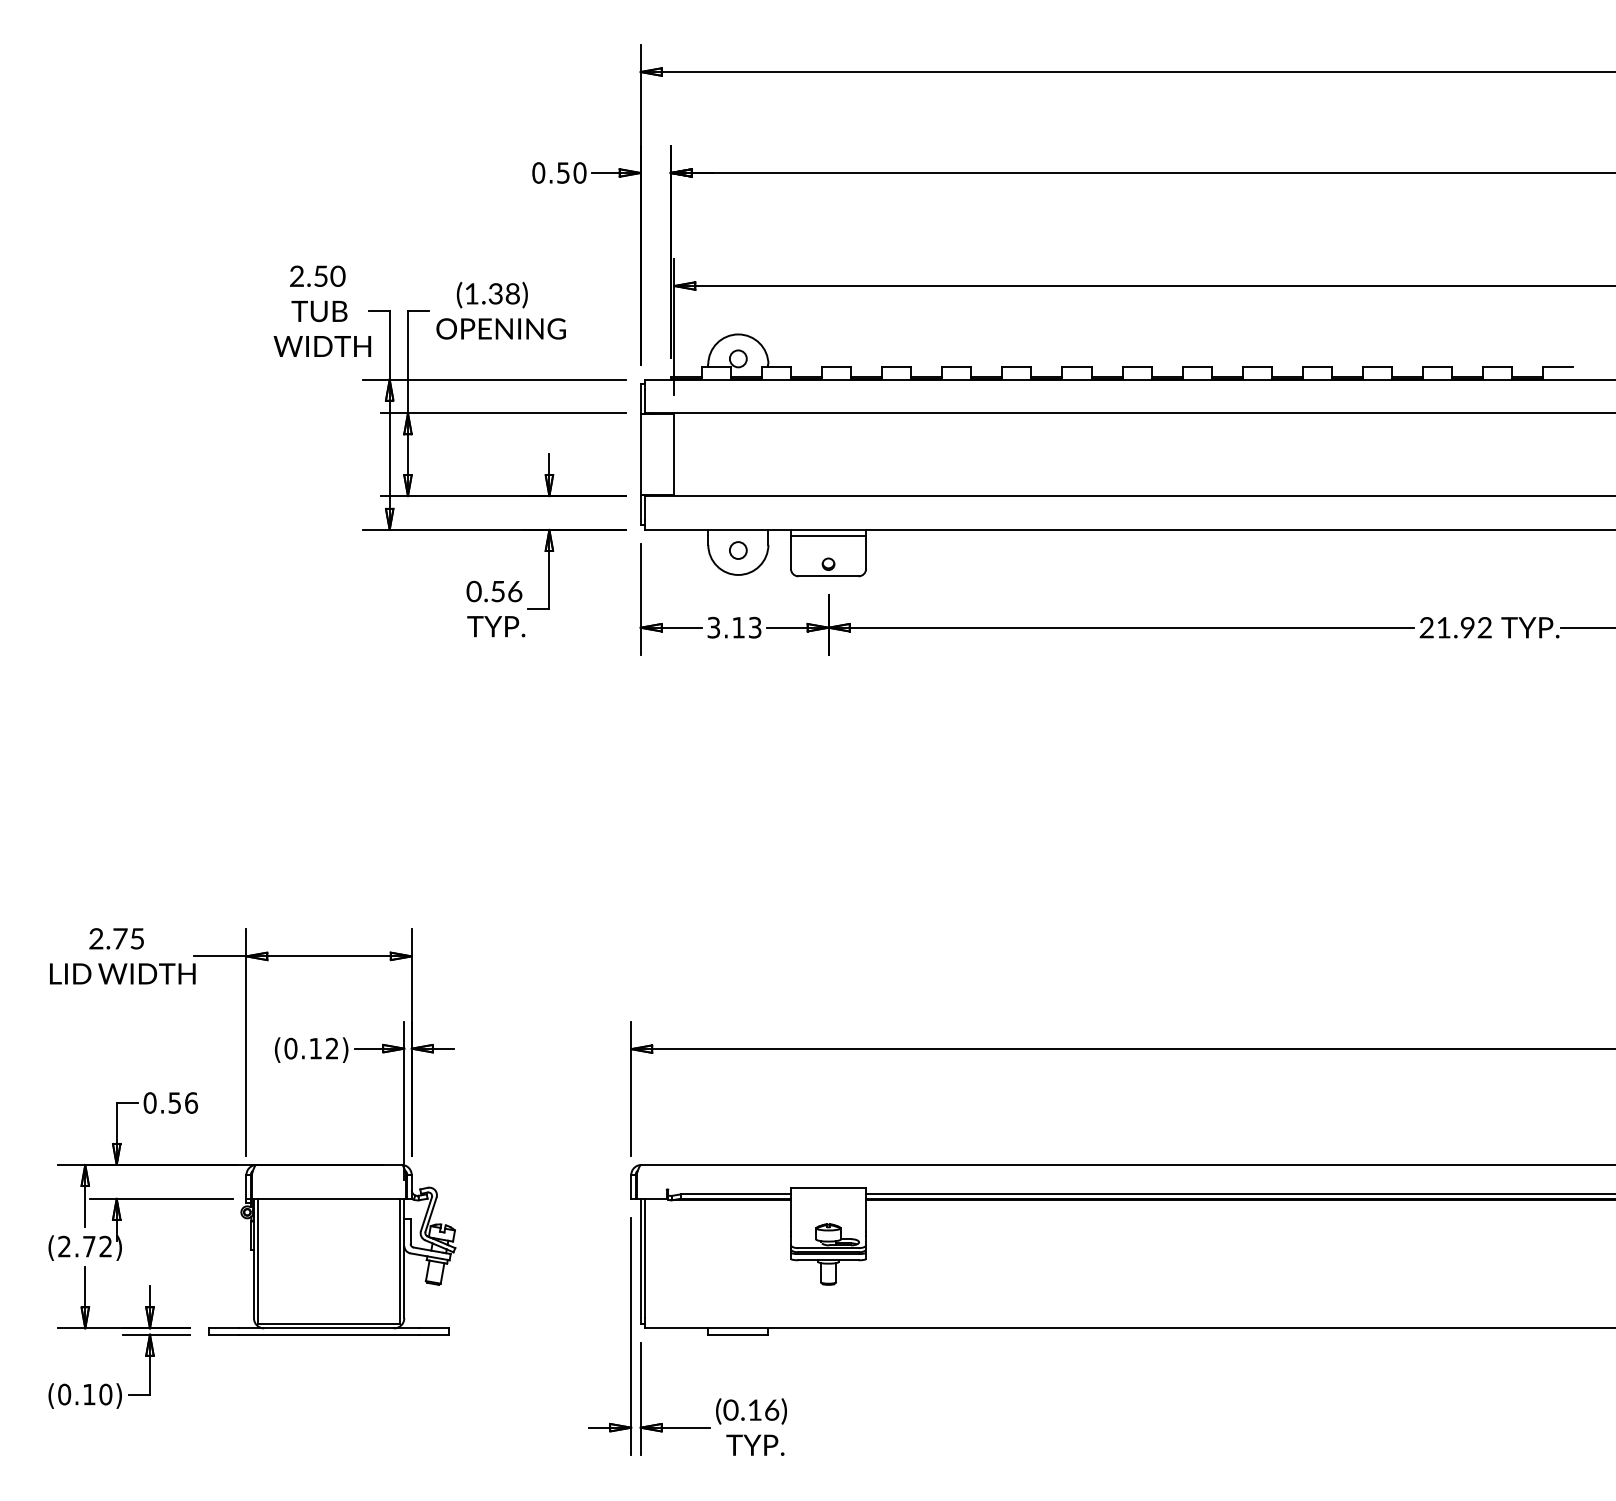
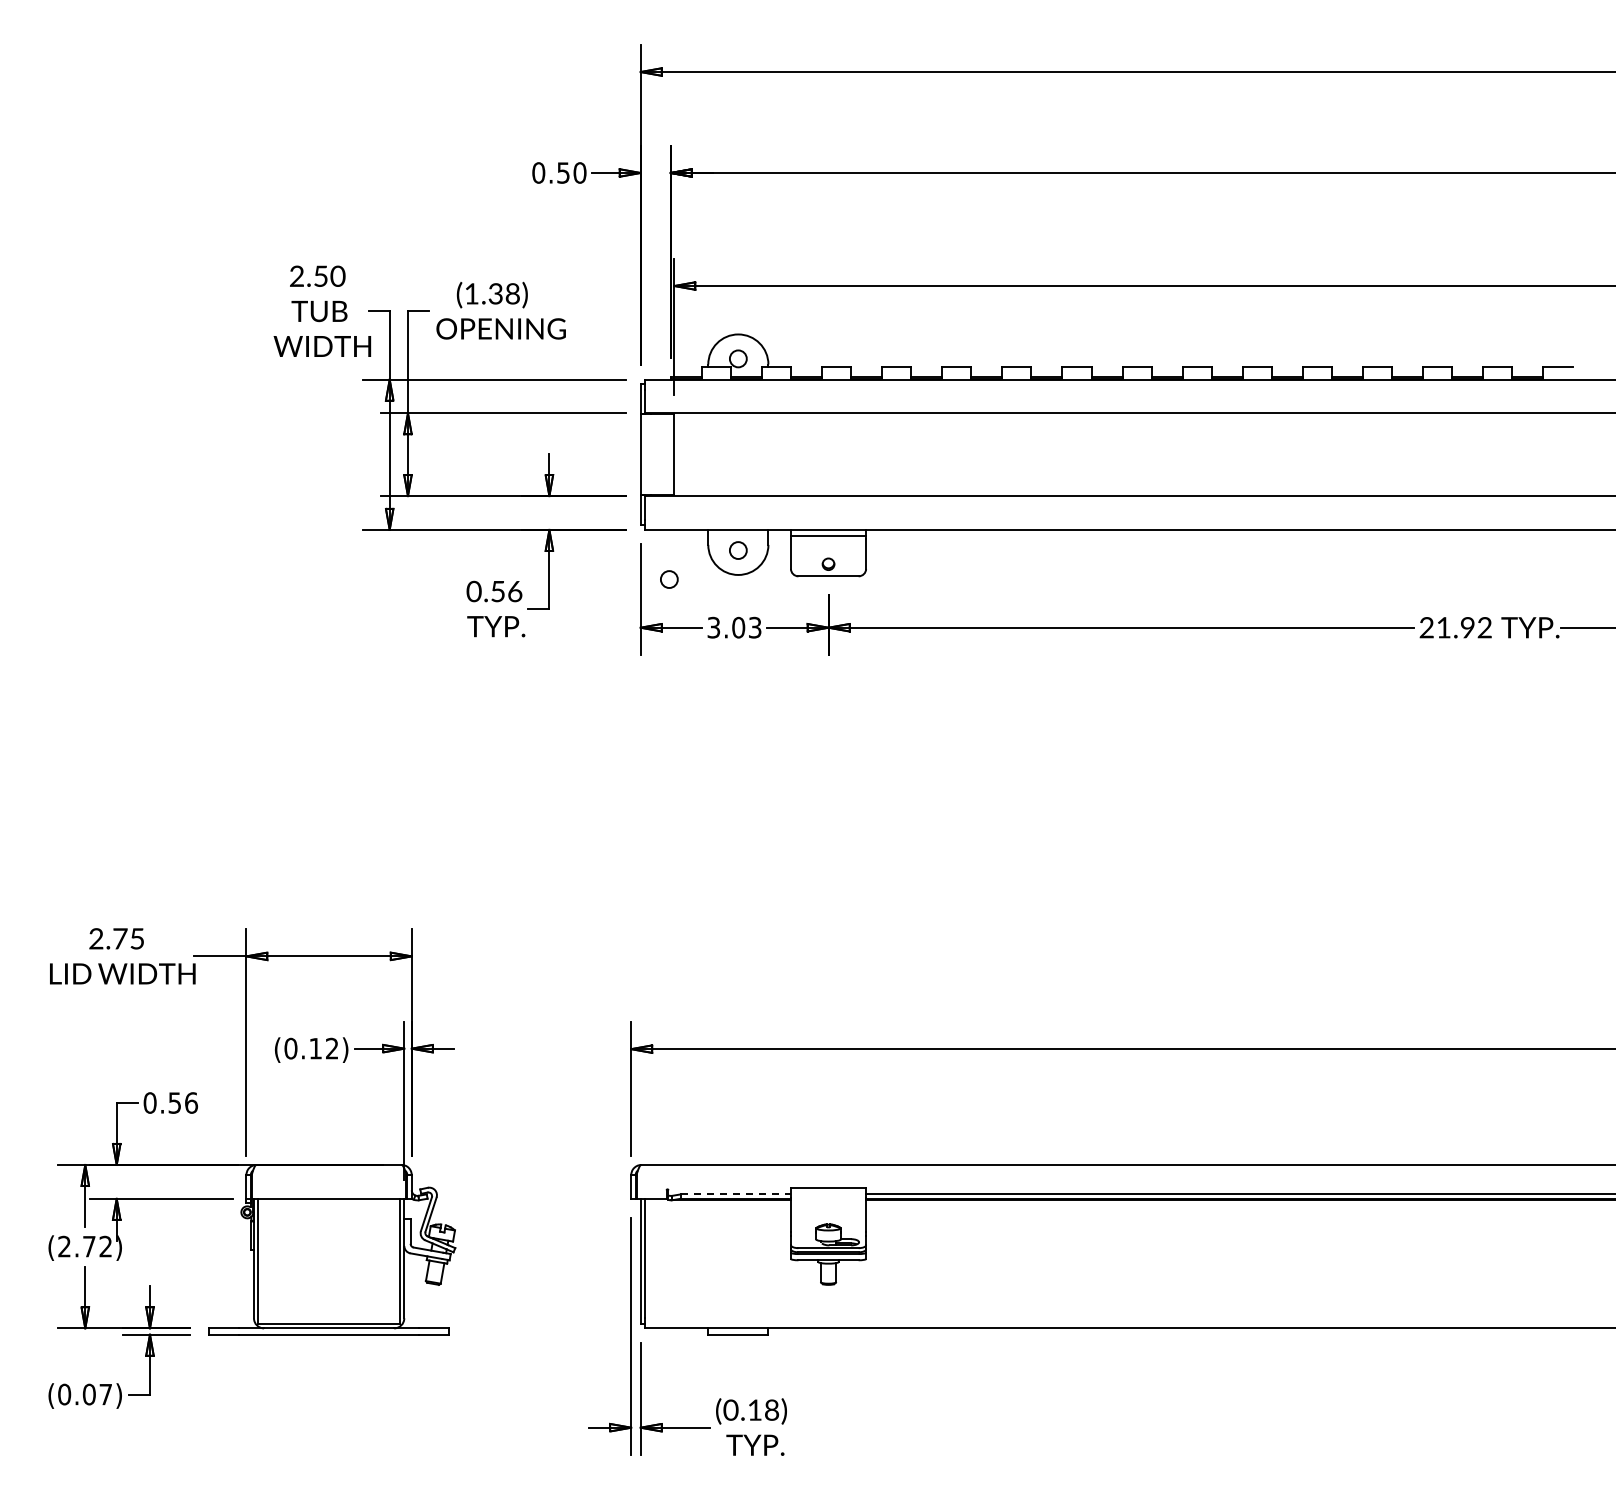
circle at (669, 579): none -> present
text at (738, 627): 3.13 -> 3.03
line at (736, 1194): solid -> dashed
text at (97, 1394): (0.10) -> (0.07)
text at (772, 1409): (0.16) -> (0.18)
